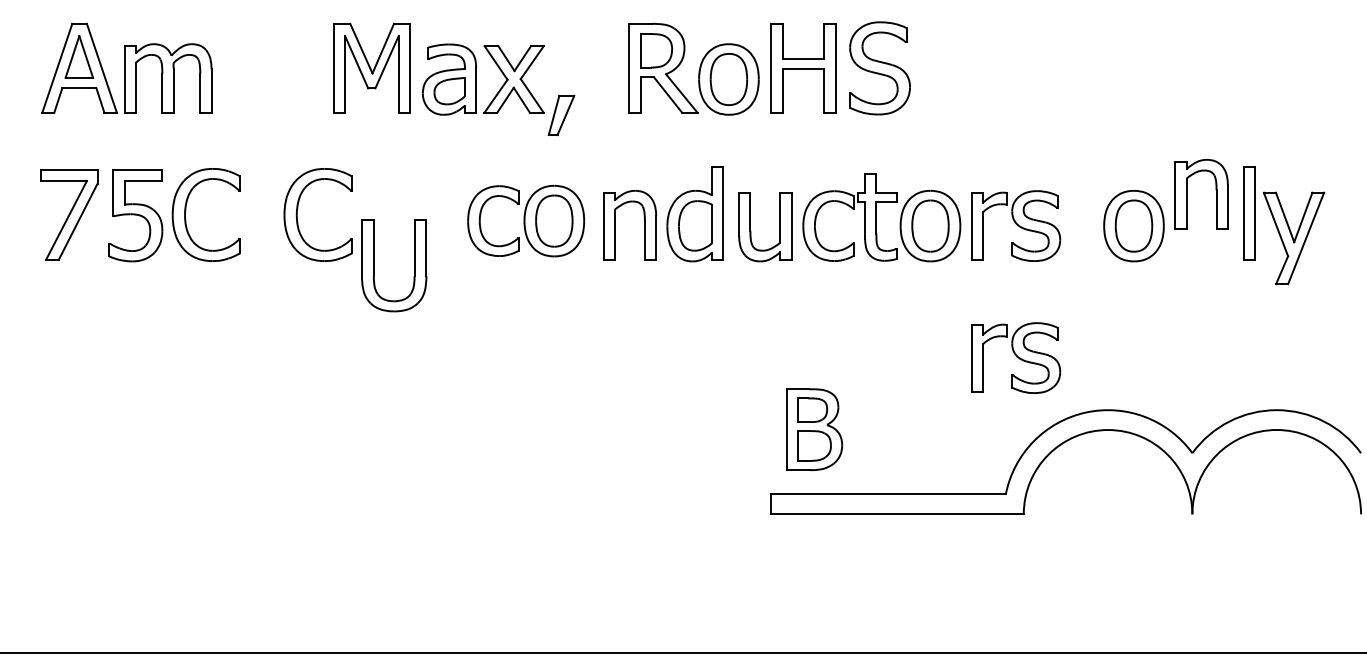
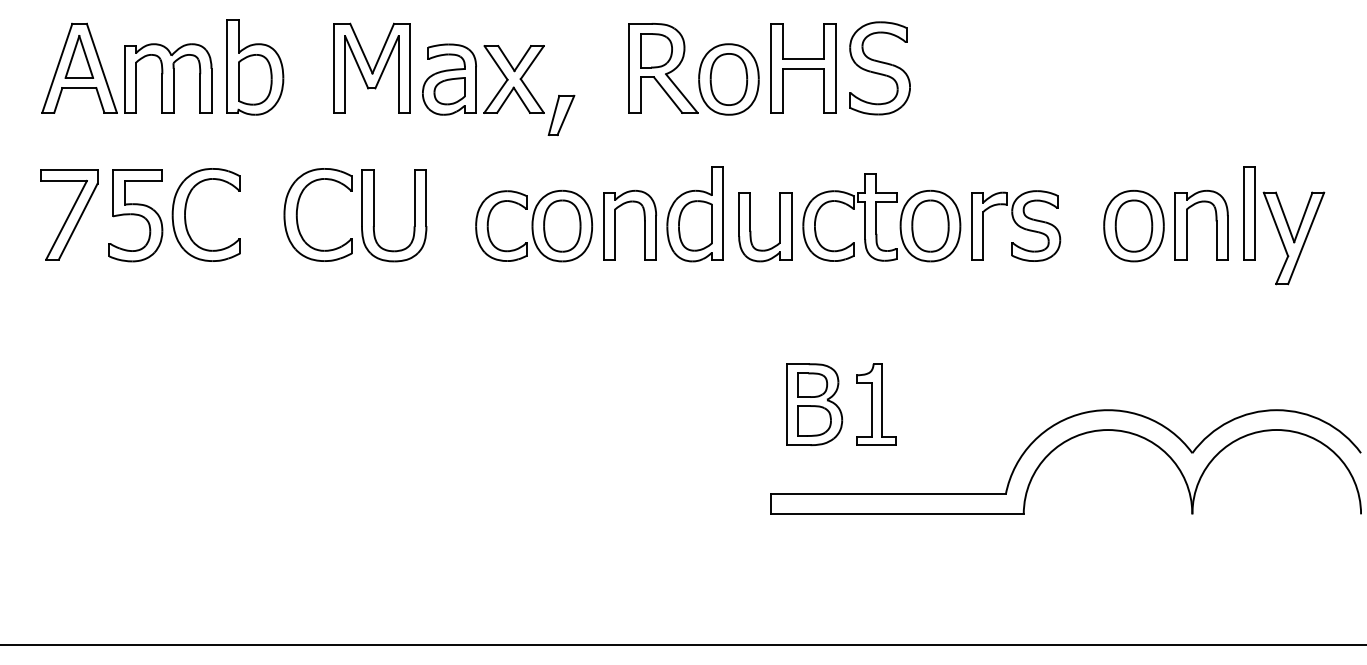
part at (255, 67): none -> present
part at (1187, 193) position: (1187, 193) -> (1187, 224)
part at (526, 220) position: (526, 220) -> (534, 225)
part at (374, 265) position: (374, 265) -> (374, 215)
part at (1016, 357): present -> none
part at (876, 404): none -> present
part at (814, 429) position: (814, 429) -> (814, 404)
line at (682, 653) position: (682, 653) -> (682, 645)
